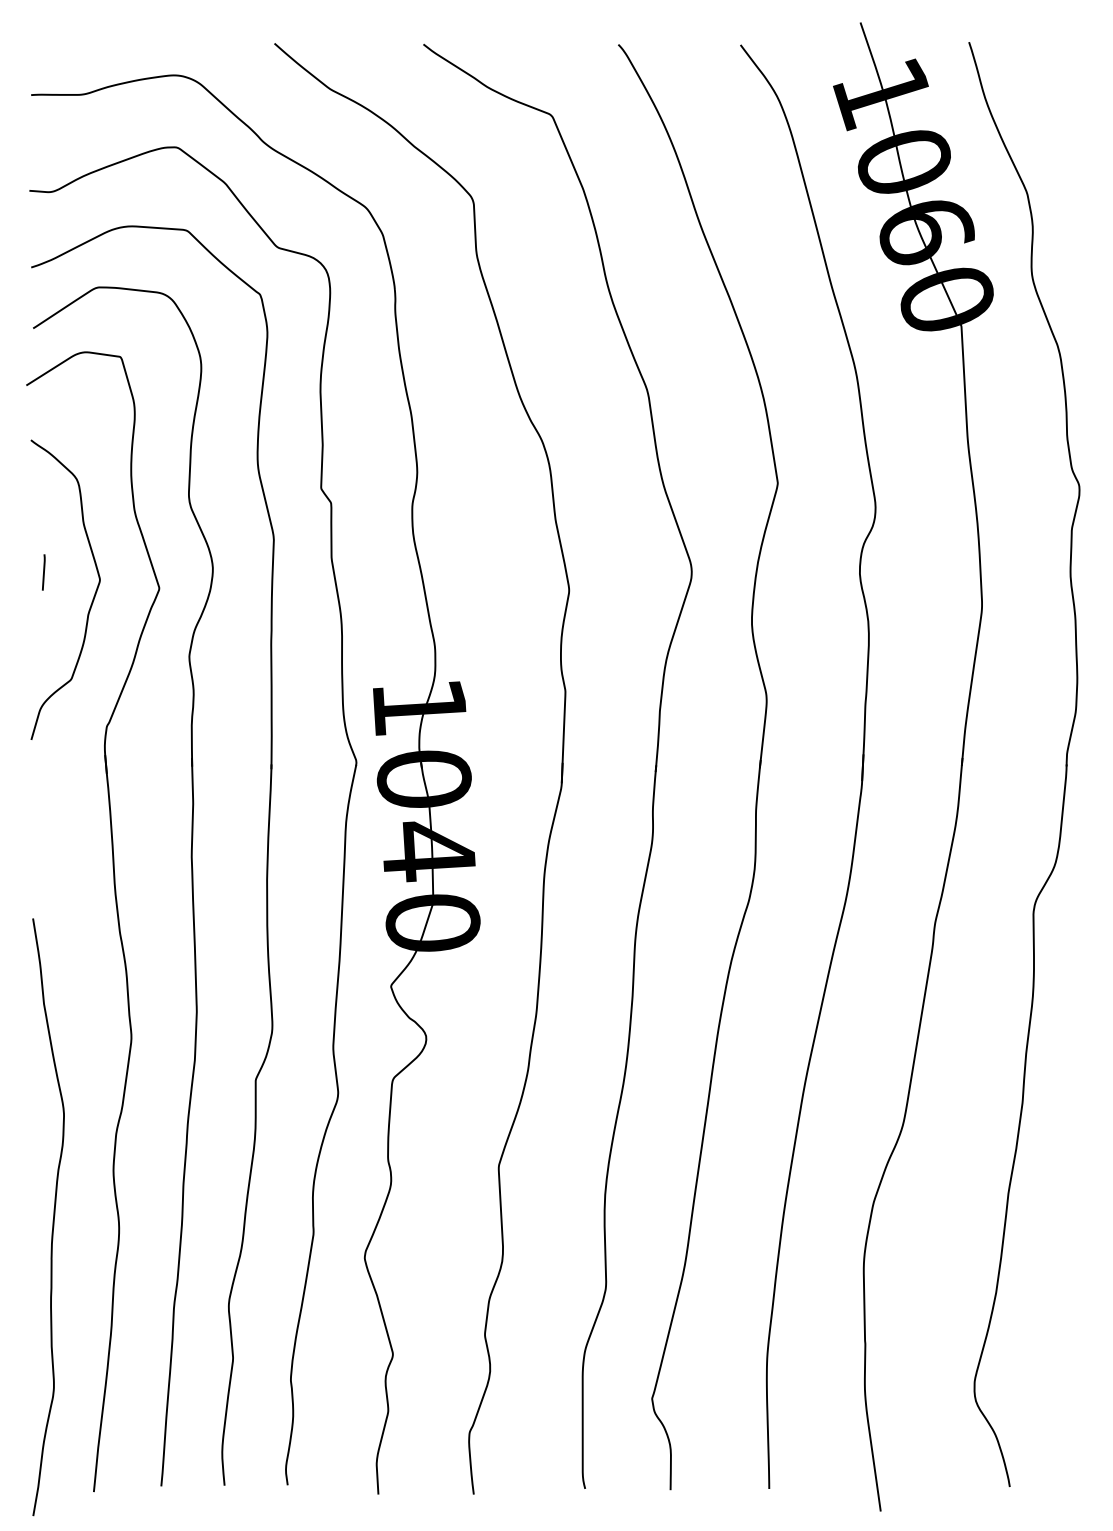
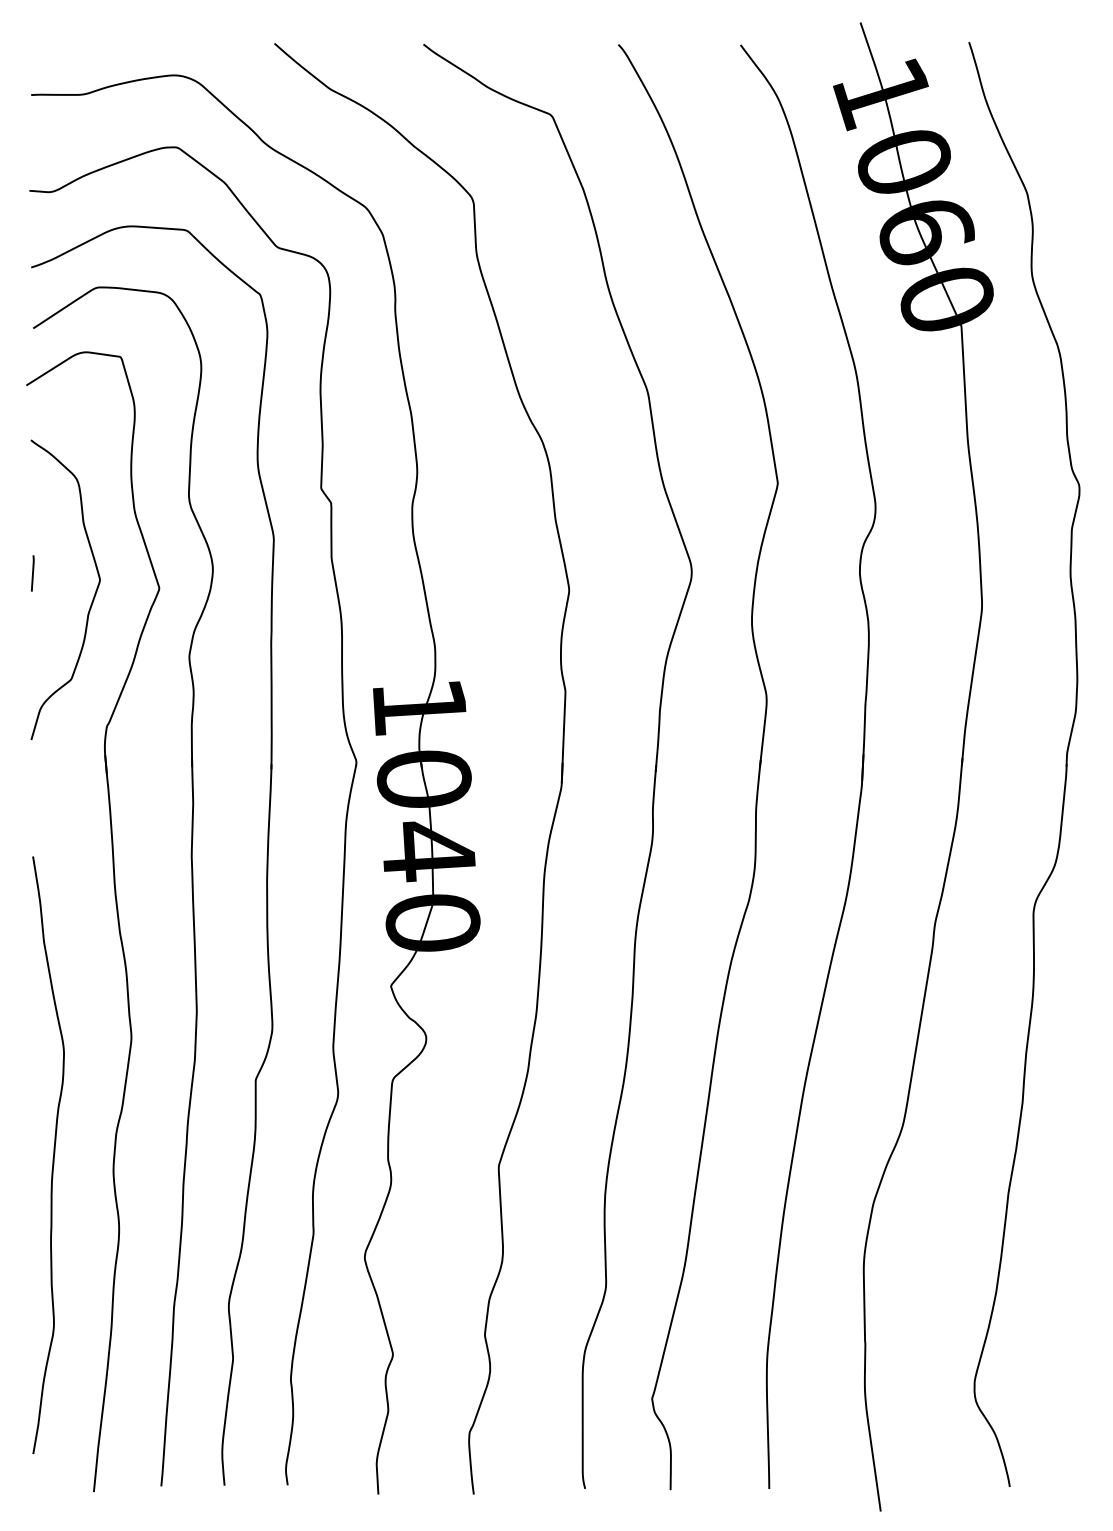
line at (43, 572) position: (43, 572) -> (32, 573)
curve at (53, 1217) position: (53, 1217) -> (53, 1155)
